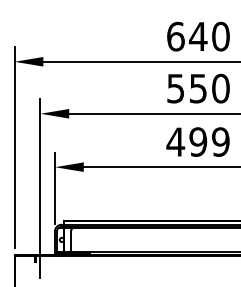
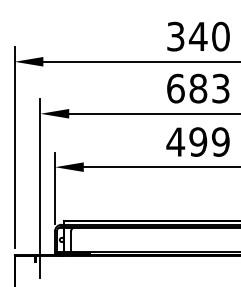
text at (175, 36): 640 -> 340
text at (198, 88): 550 -> 683
